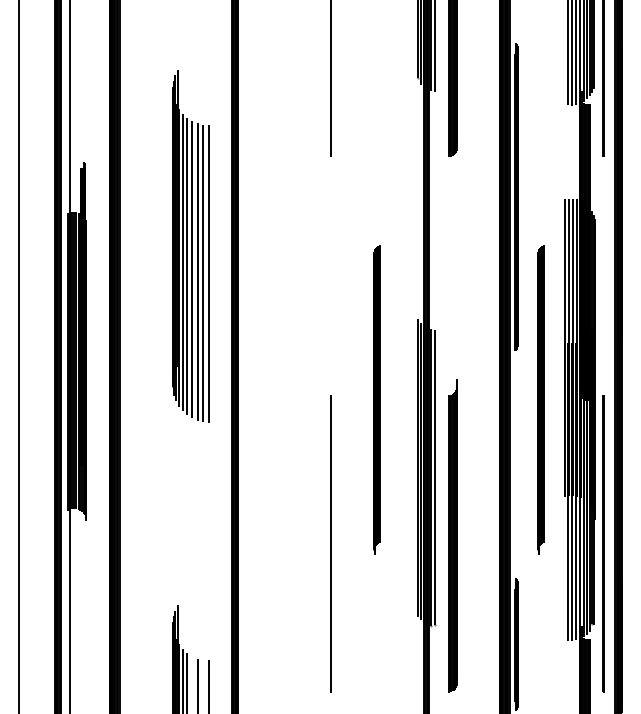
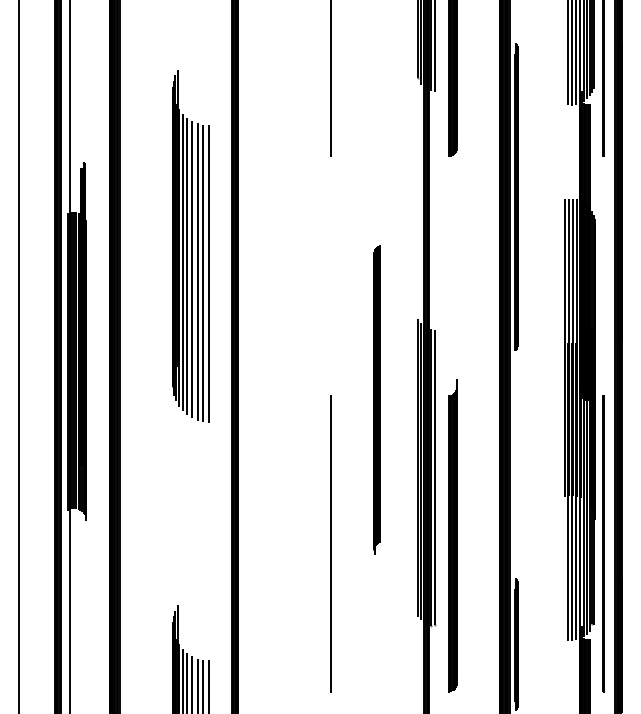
part at (540, 399): present -> none
line at (192, 683): none -> present
line at (203, 684): none -> present
